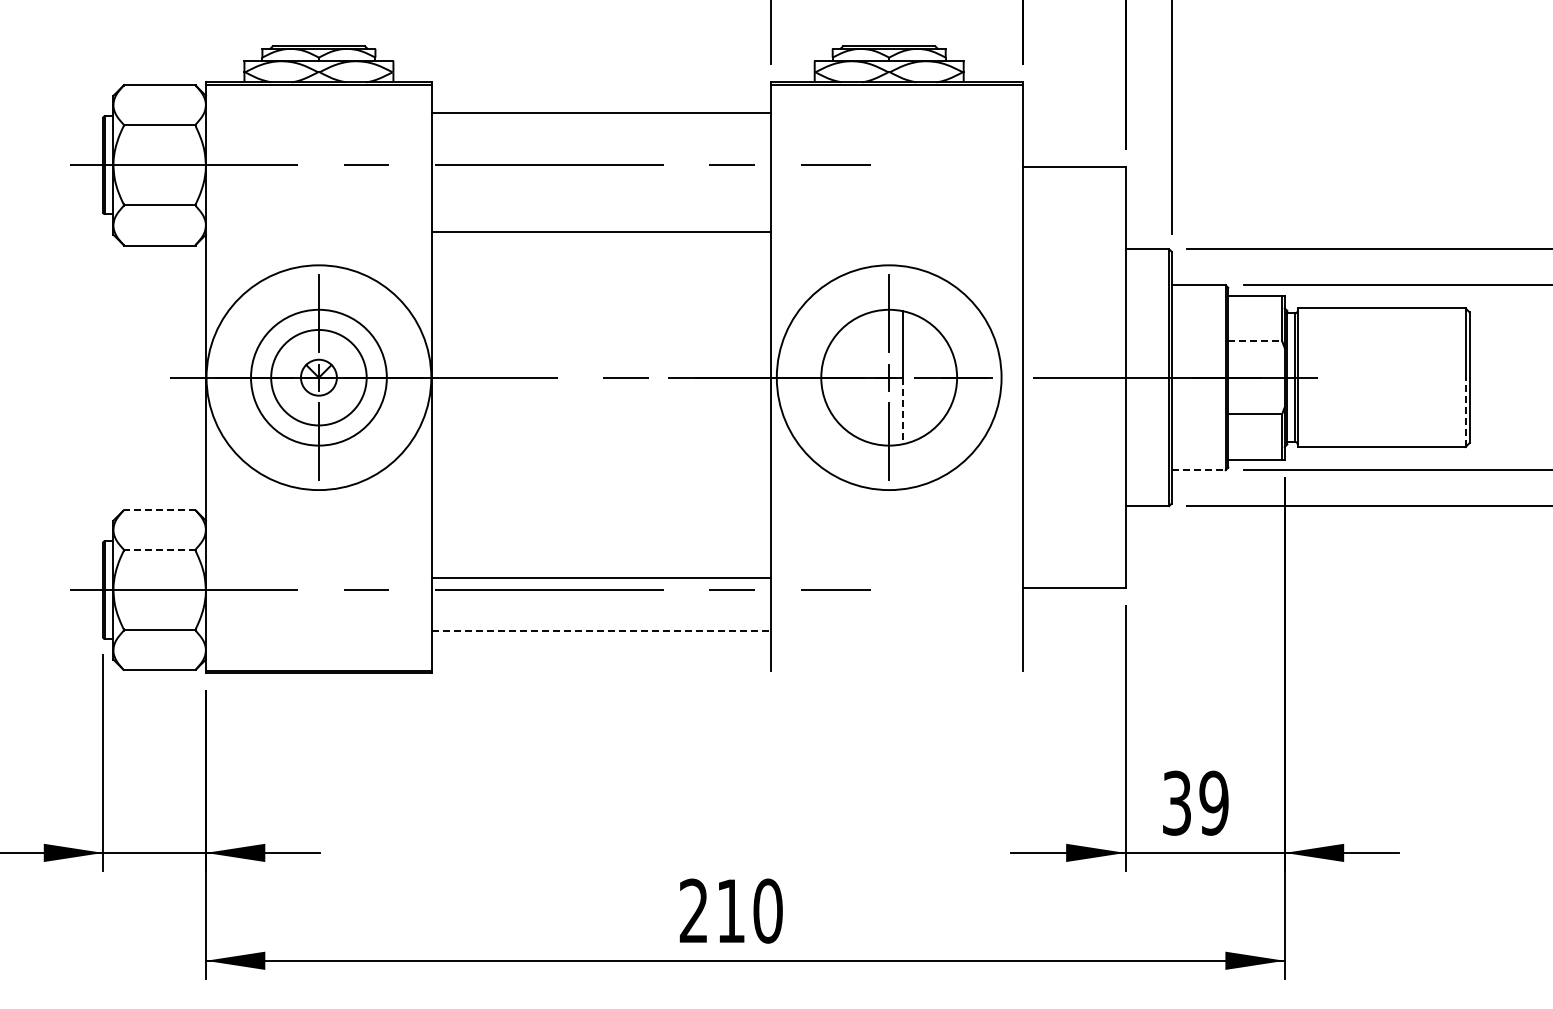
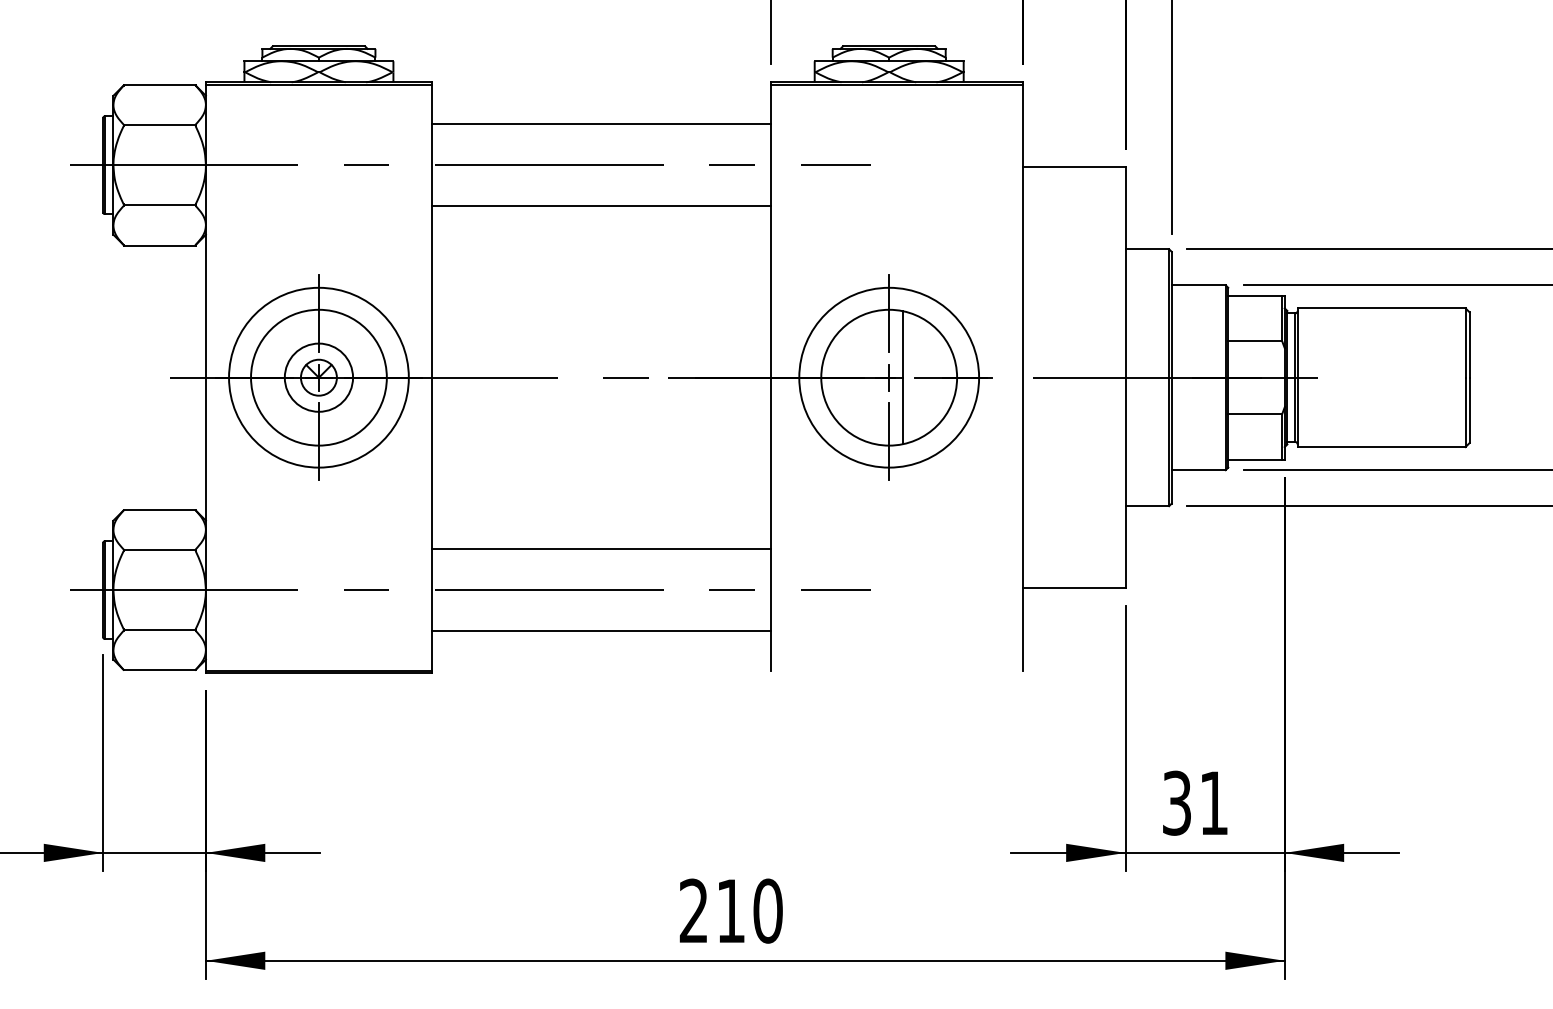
line at (601, 113) position: (601, 113) -> (601, 124)
line at (601, 232) position: (601, 232) -> (601, 206)
line at (1255, 341): dashed -> solid
circle at (318, 377) diameter: 225 px -> 180 px
circle at (318, 377) diameter: 96 px -> 68 px
circle at (888, 377) diameter: 225 px -> 180 px
line at (903, 411): dashed -> solid
line at (1465, 412): dashed -> solid
line at (1198, 470): dashed -> solid
line at (159, 509): dashed -> solid
line at (159, 550): dashed -> solid
line at (601, 578) position: (601, 578) -> (601, 549)
line at (601, 631): dashed -> solid
text at (1213, 802): 39 -> 31
